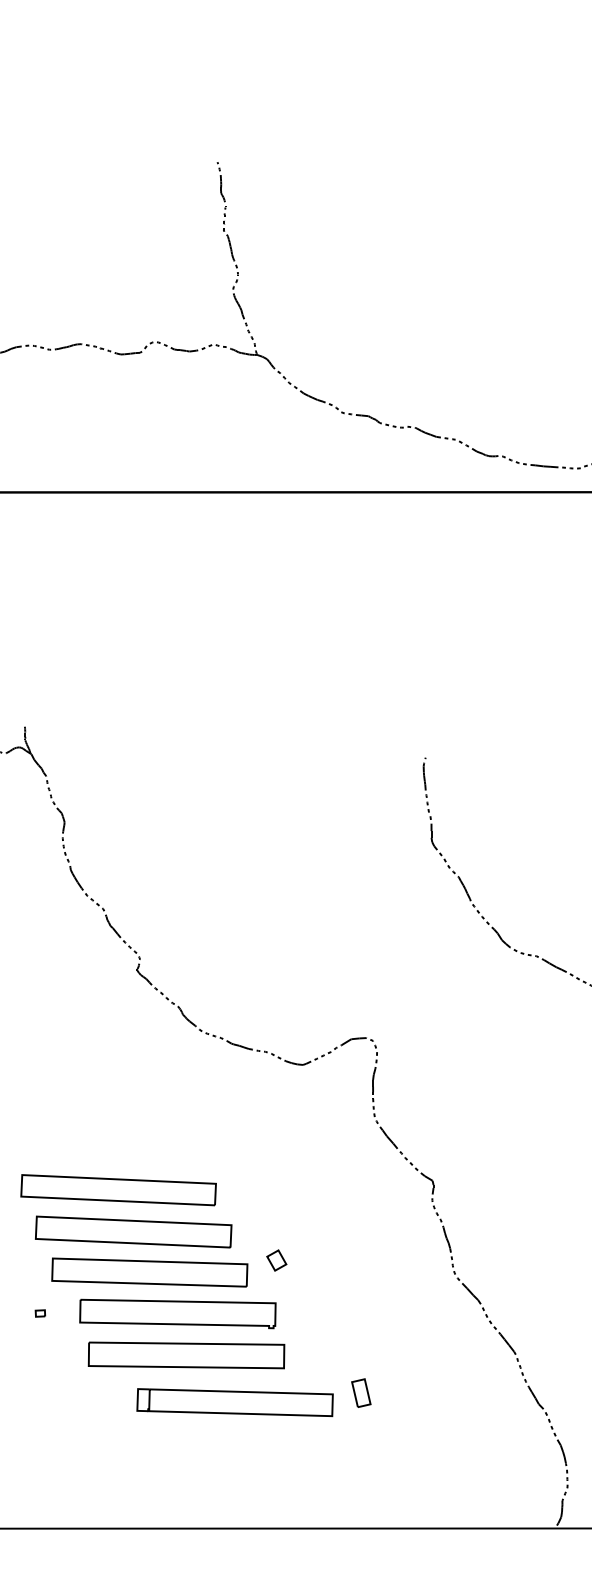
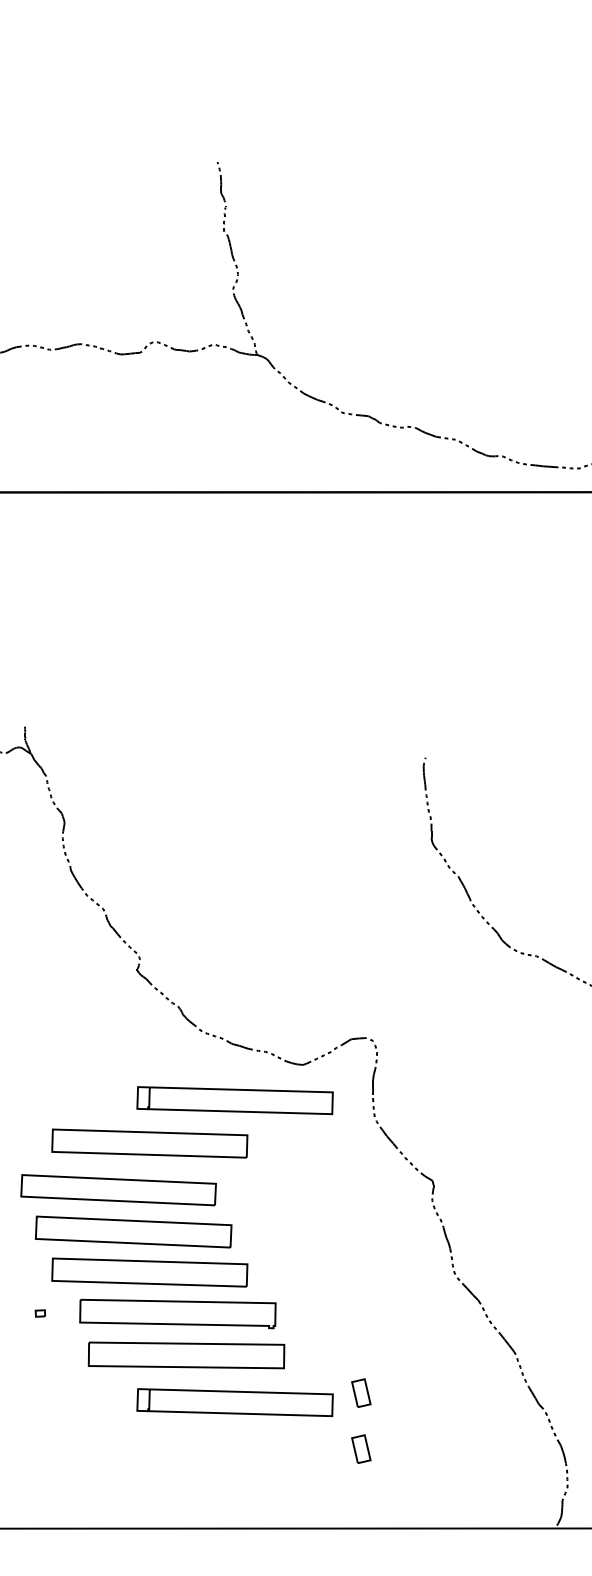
part at (234, 1100): none -> present
part at (149, 1143): none -> present
part at (276, 1260): present -> none
part at (361, 1448): none -> present
